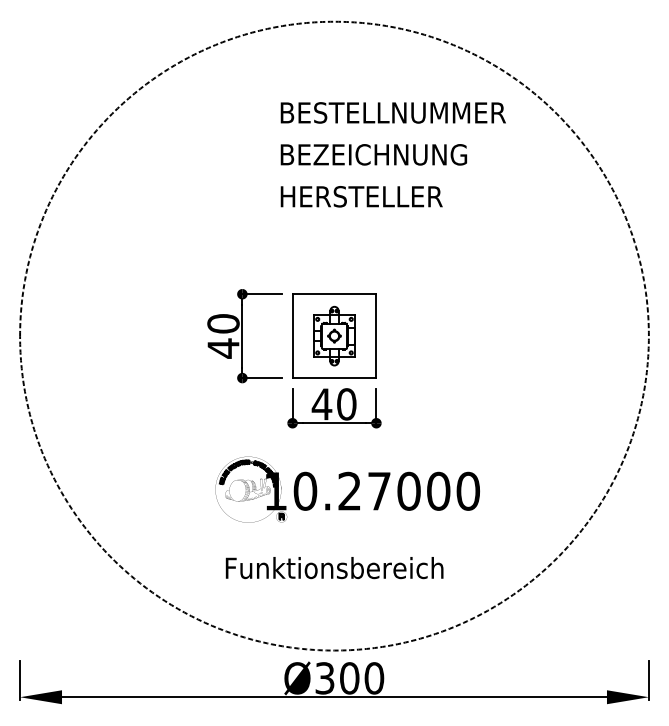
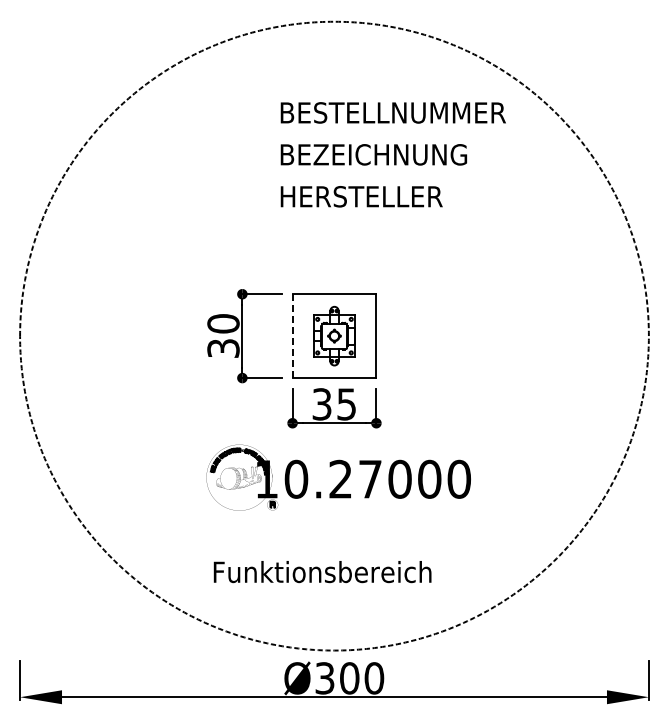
line at (292, 336): solid -> dashed
text at (223, 348): 40 -> 30
text at (333, 404): 40 -> 35
part at (347, 489) position: (347, 489) -> (338, 477)
text at (334, 568) position: (334, 568) -> (322, 572)
